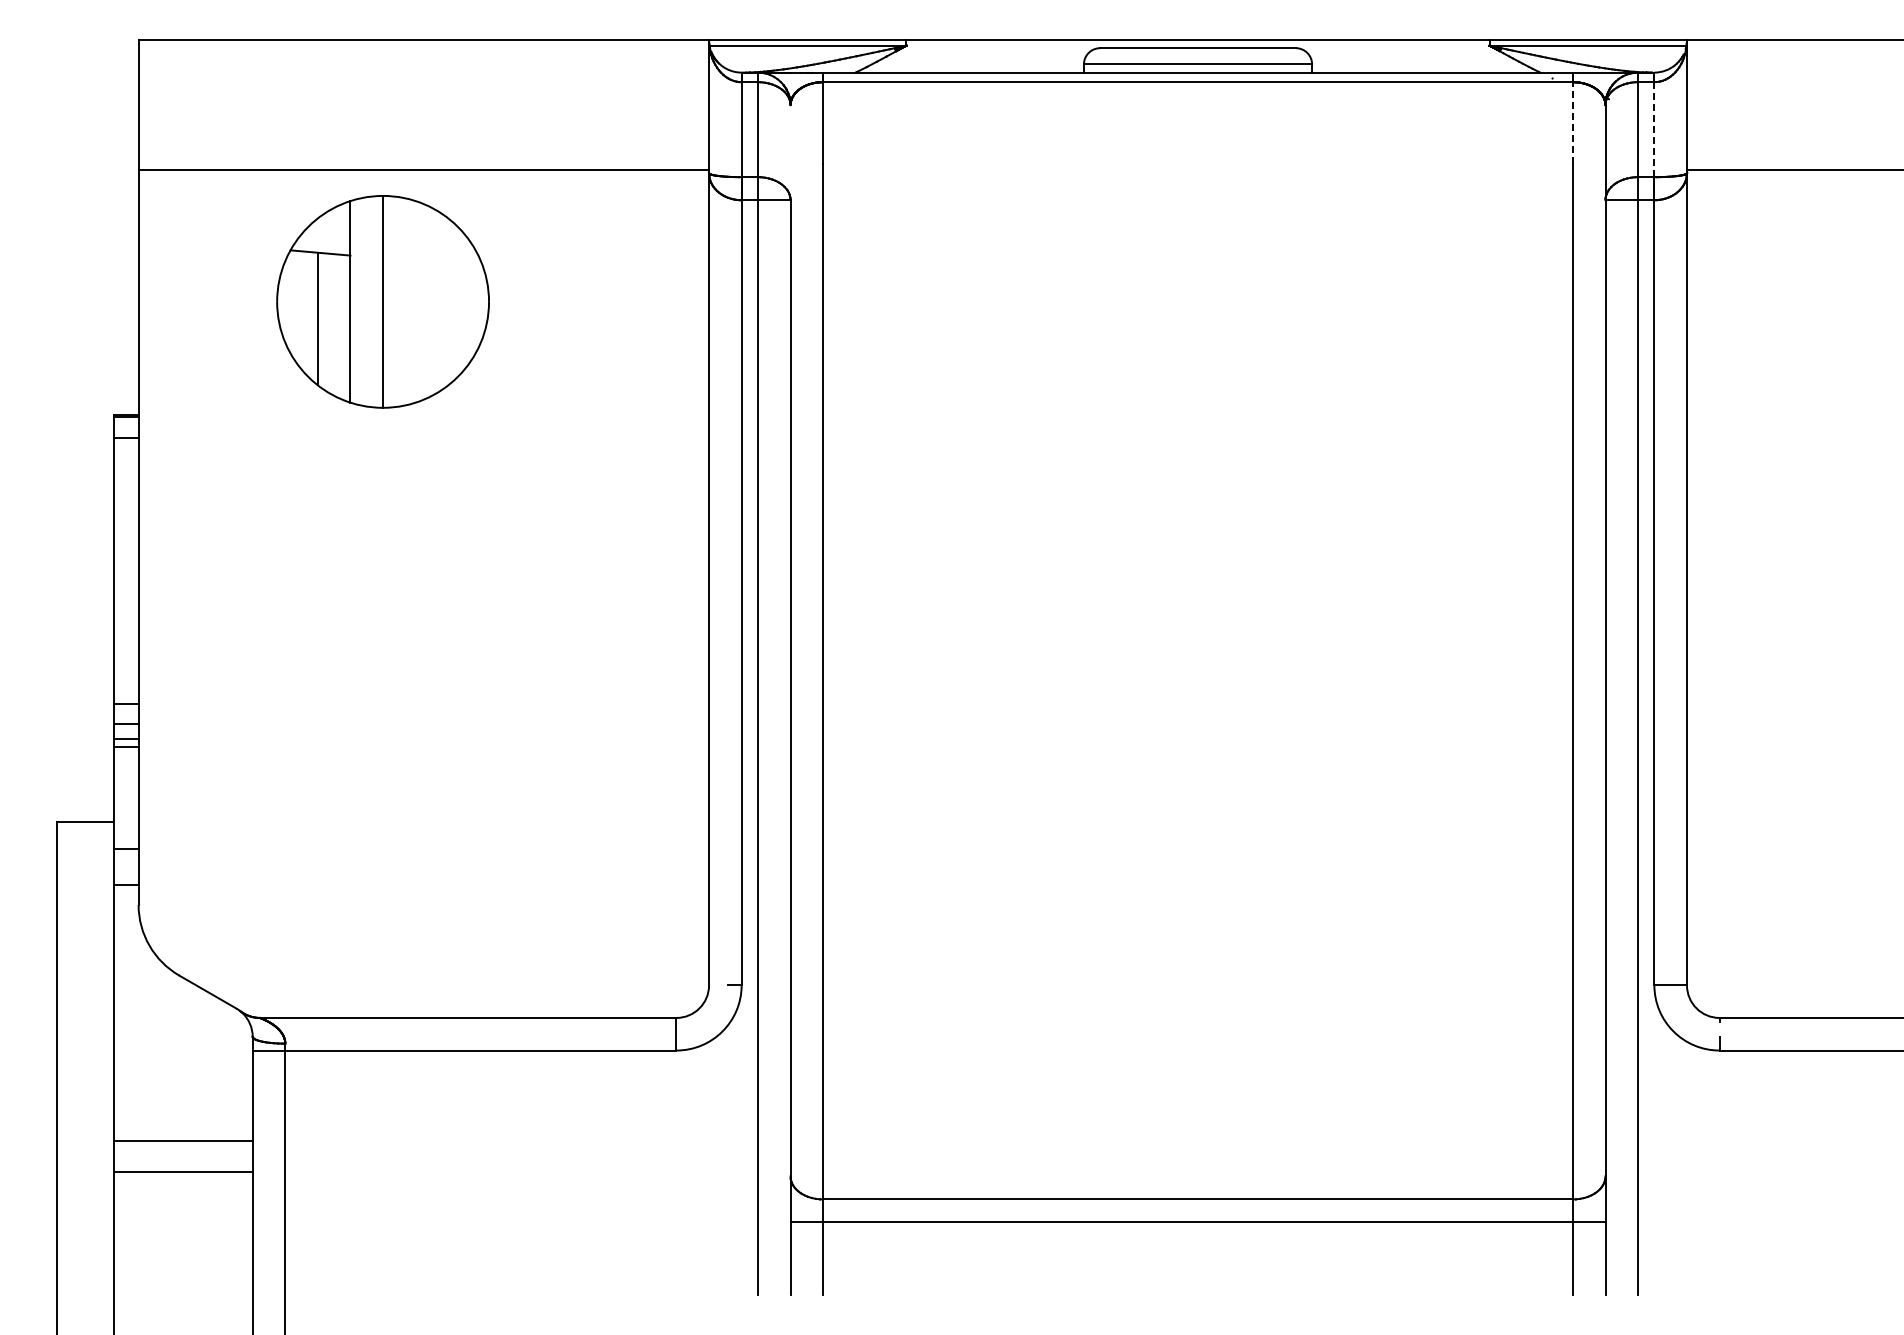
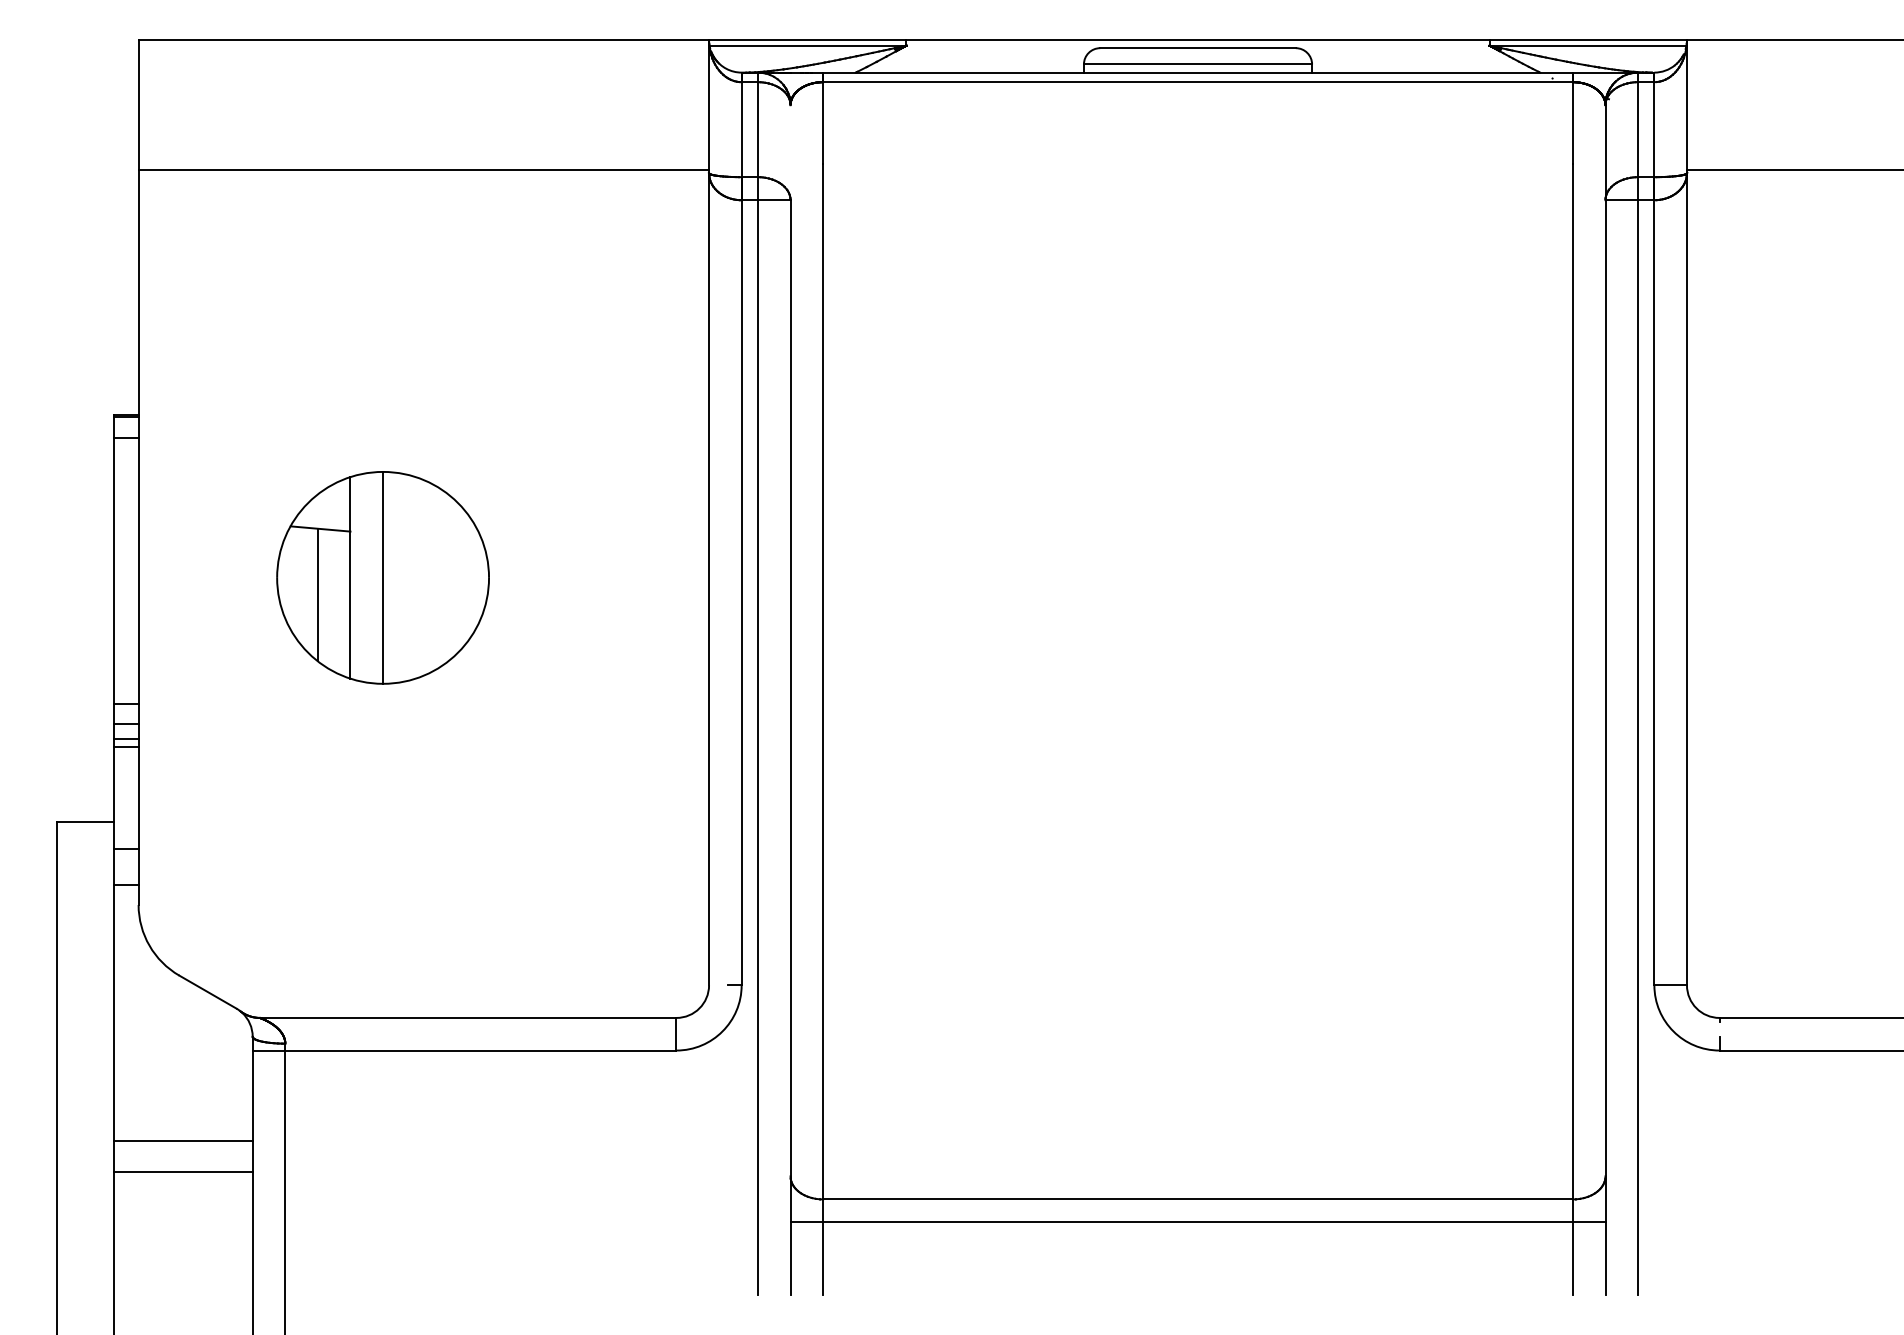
line at (1572, 122): dashed -> solid
line at (1654, 129): dashed -> solid
part at (382, 301) position: (382, 301) -> (382, 577)
